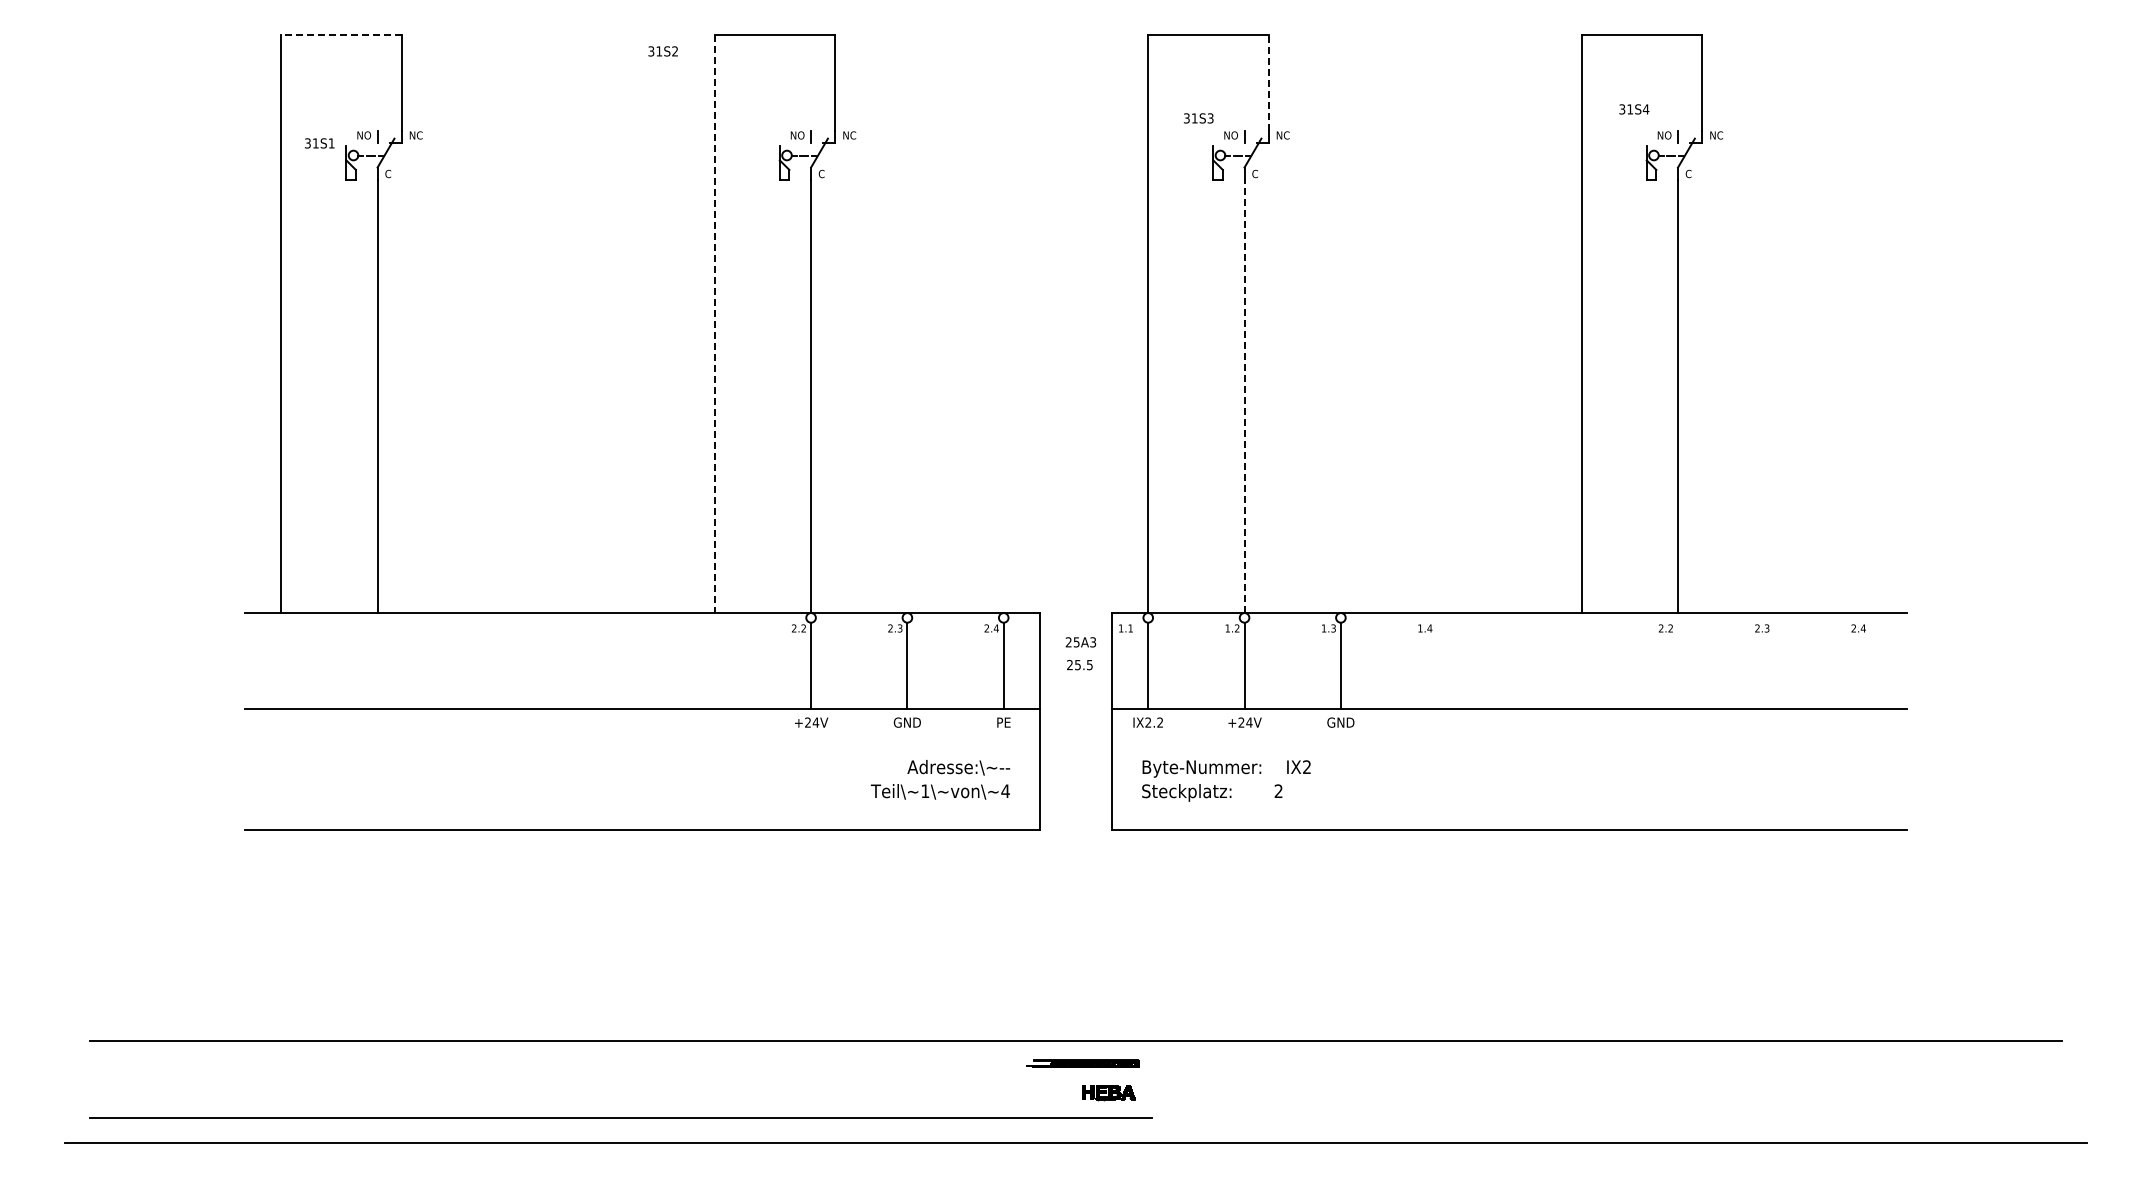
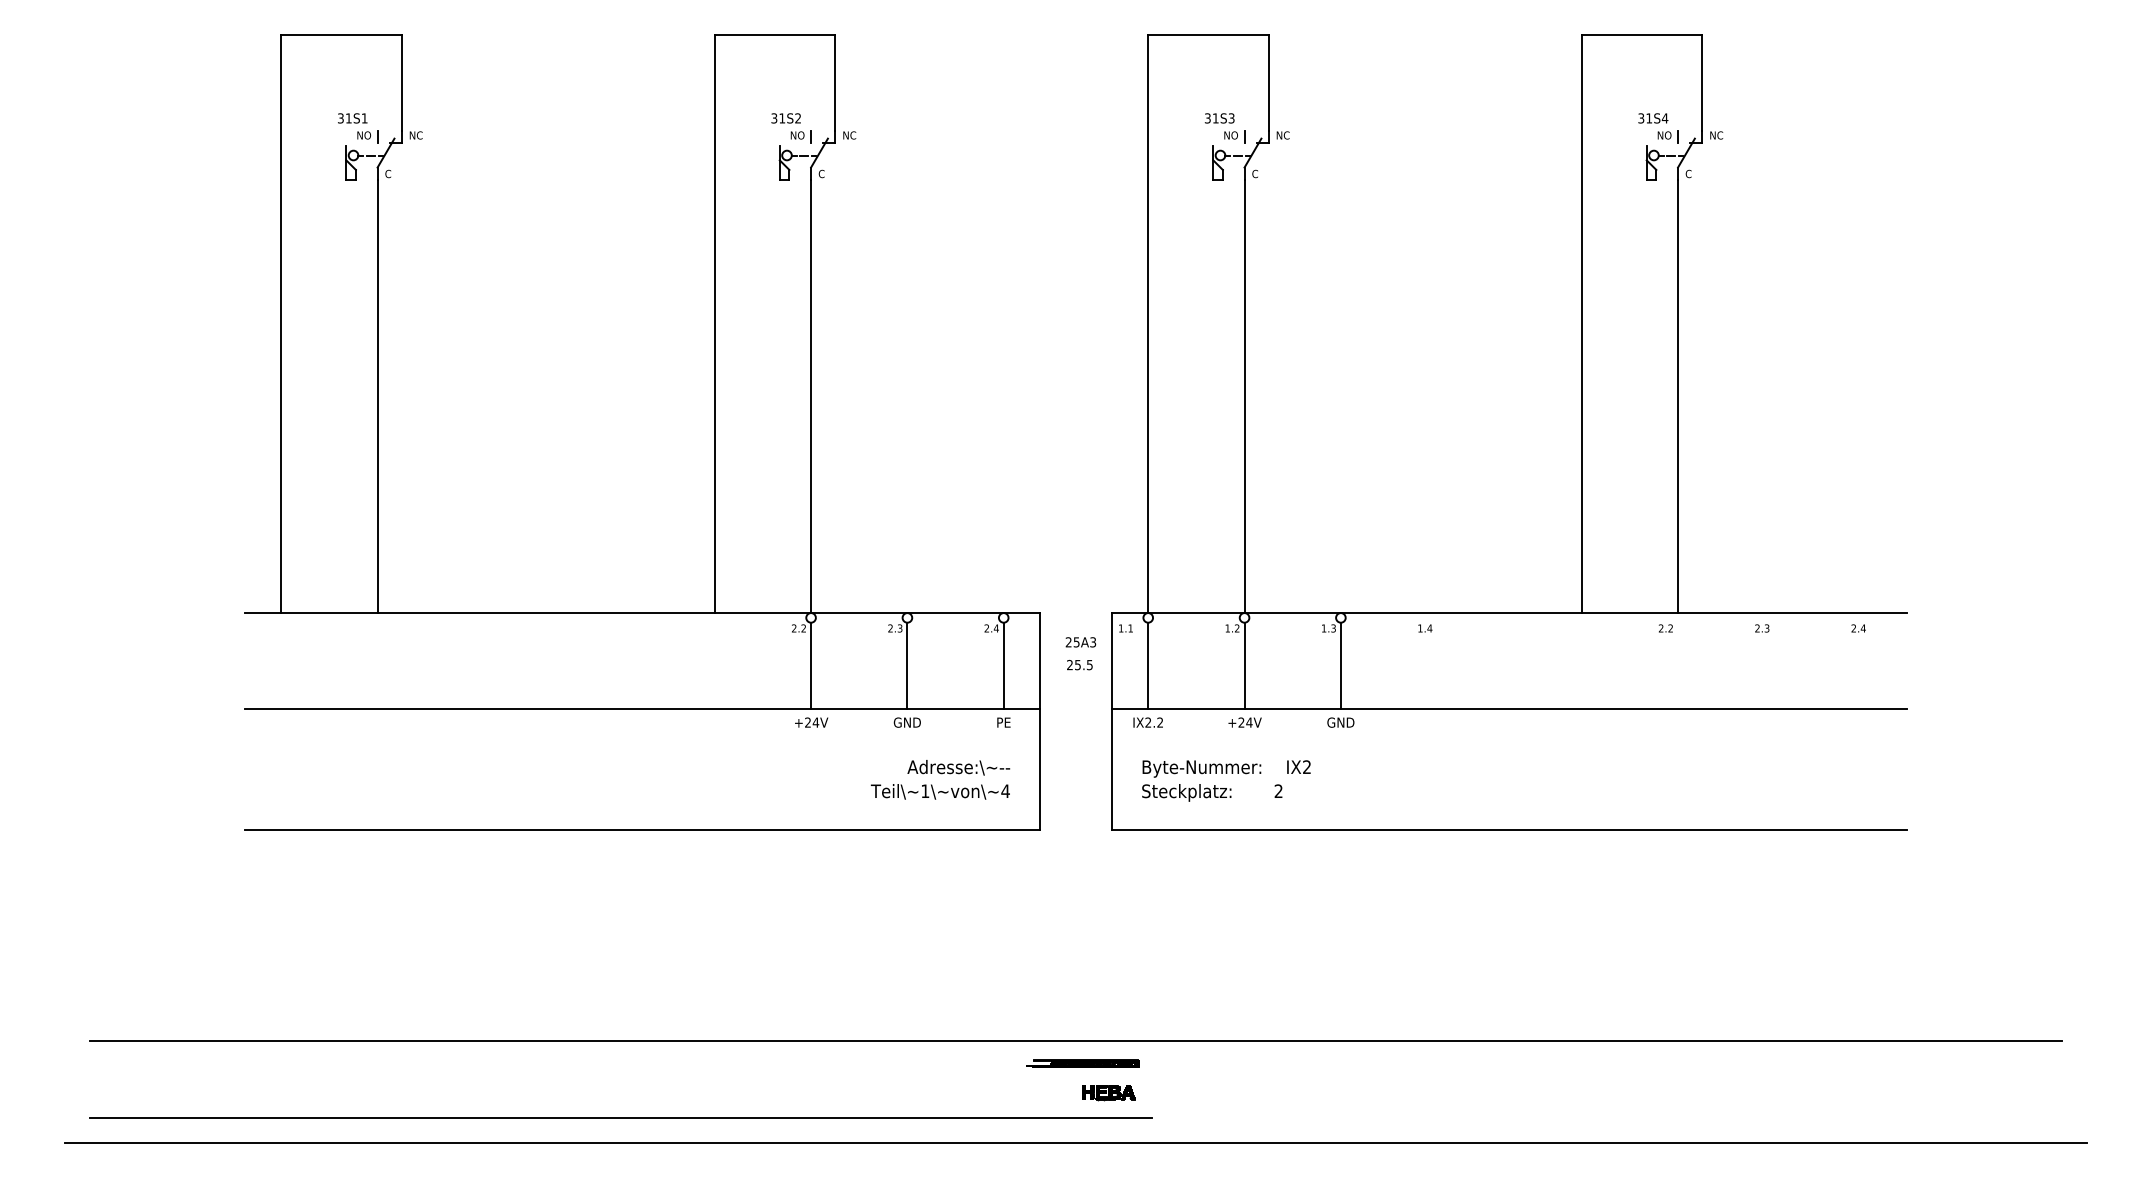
line at (341, 35): dashed -> solid
text at (662, 51) position: (662, 51) -> (785, 118)
line at (1268, 82): dashed -> solid
text at (1634, 109) position: (1634, 109) -> (1653, 118)
text at (1198, 118) position: (1198, 118) -> (1219, 118)
text at (319, 143) position: (319, 143) -> (352, 118)
line at (714, 324): dashed -> solid
line at (1244, 396): dashed -> solid
